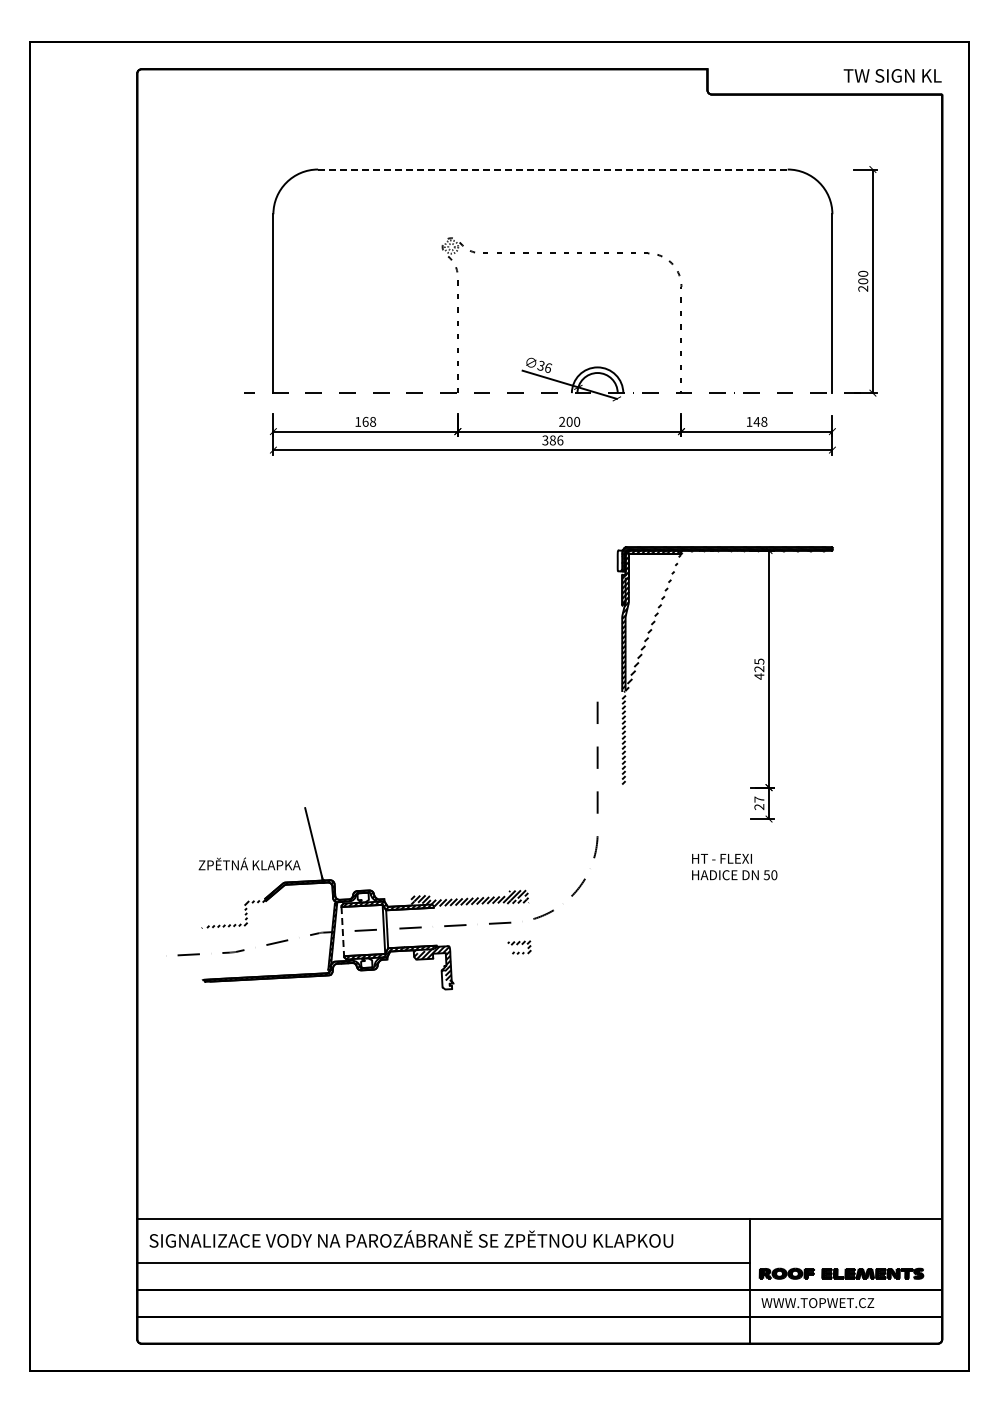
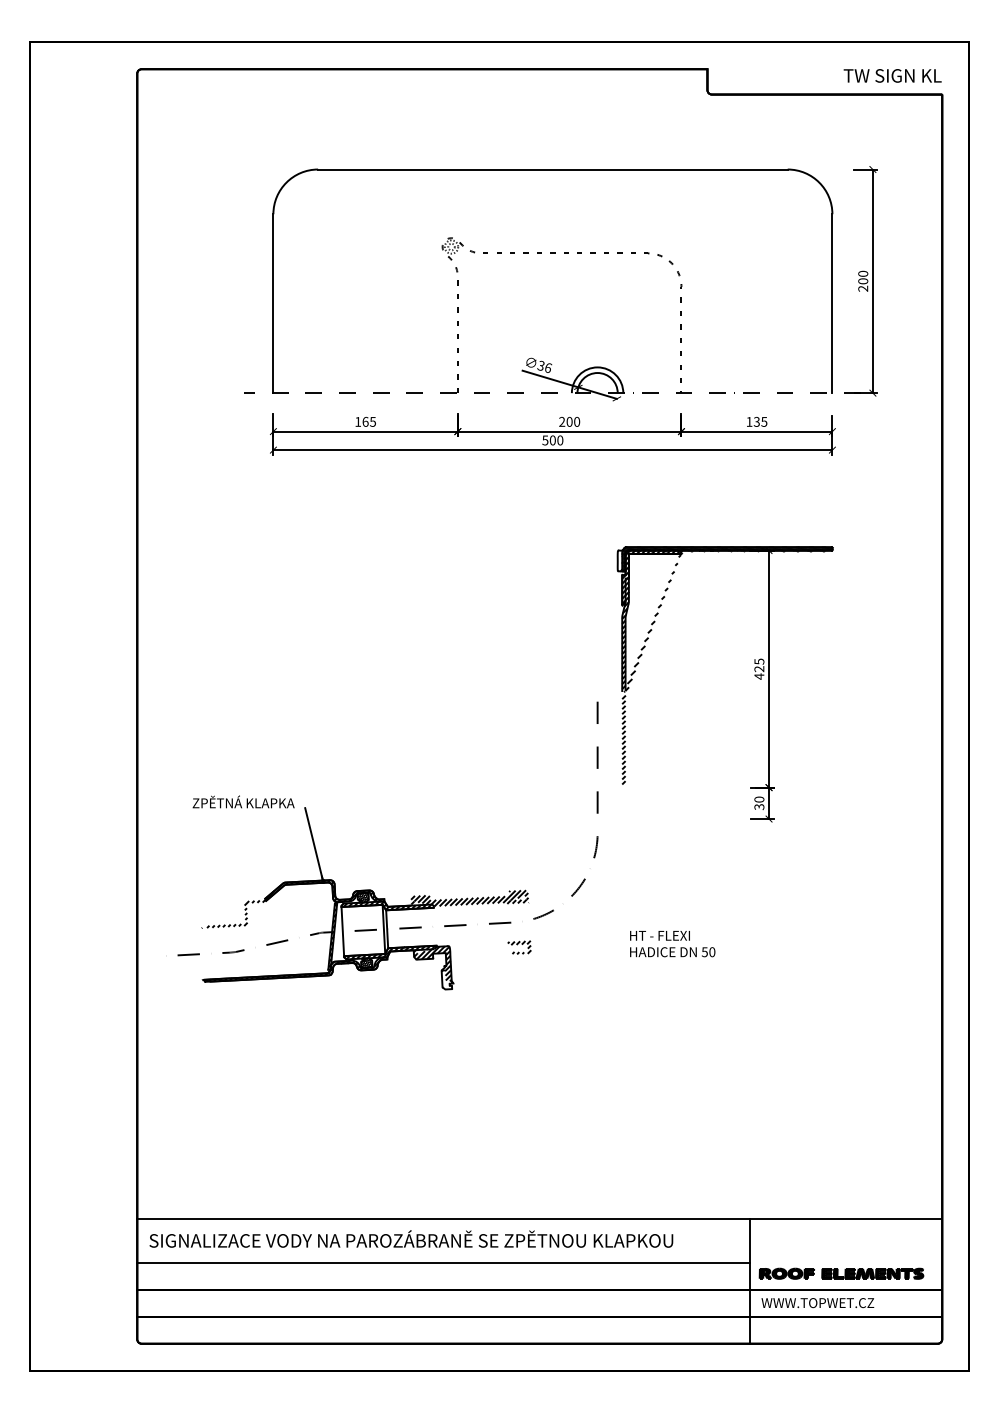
line at (552, 169): dashed -> solid
text at (373, 421): 168 -> 165
text at (760, 421): 148 -> 135
text at (552, 440): 386 -> 500
text at (759, 802): 27 -> 30
text at (249, 863) position: (249, 863) -> (243, 801)
text at (734, 867) position: (734, 867) -> (672, 944)
hatch at (362, 897): none -> present
line at (342, 931): dashed -> solid
hatch at (366, 962): none -> present
